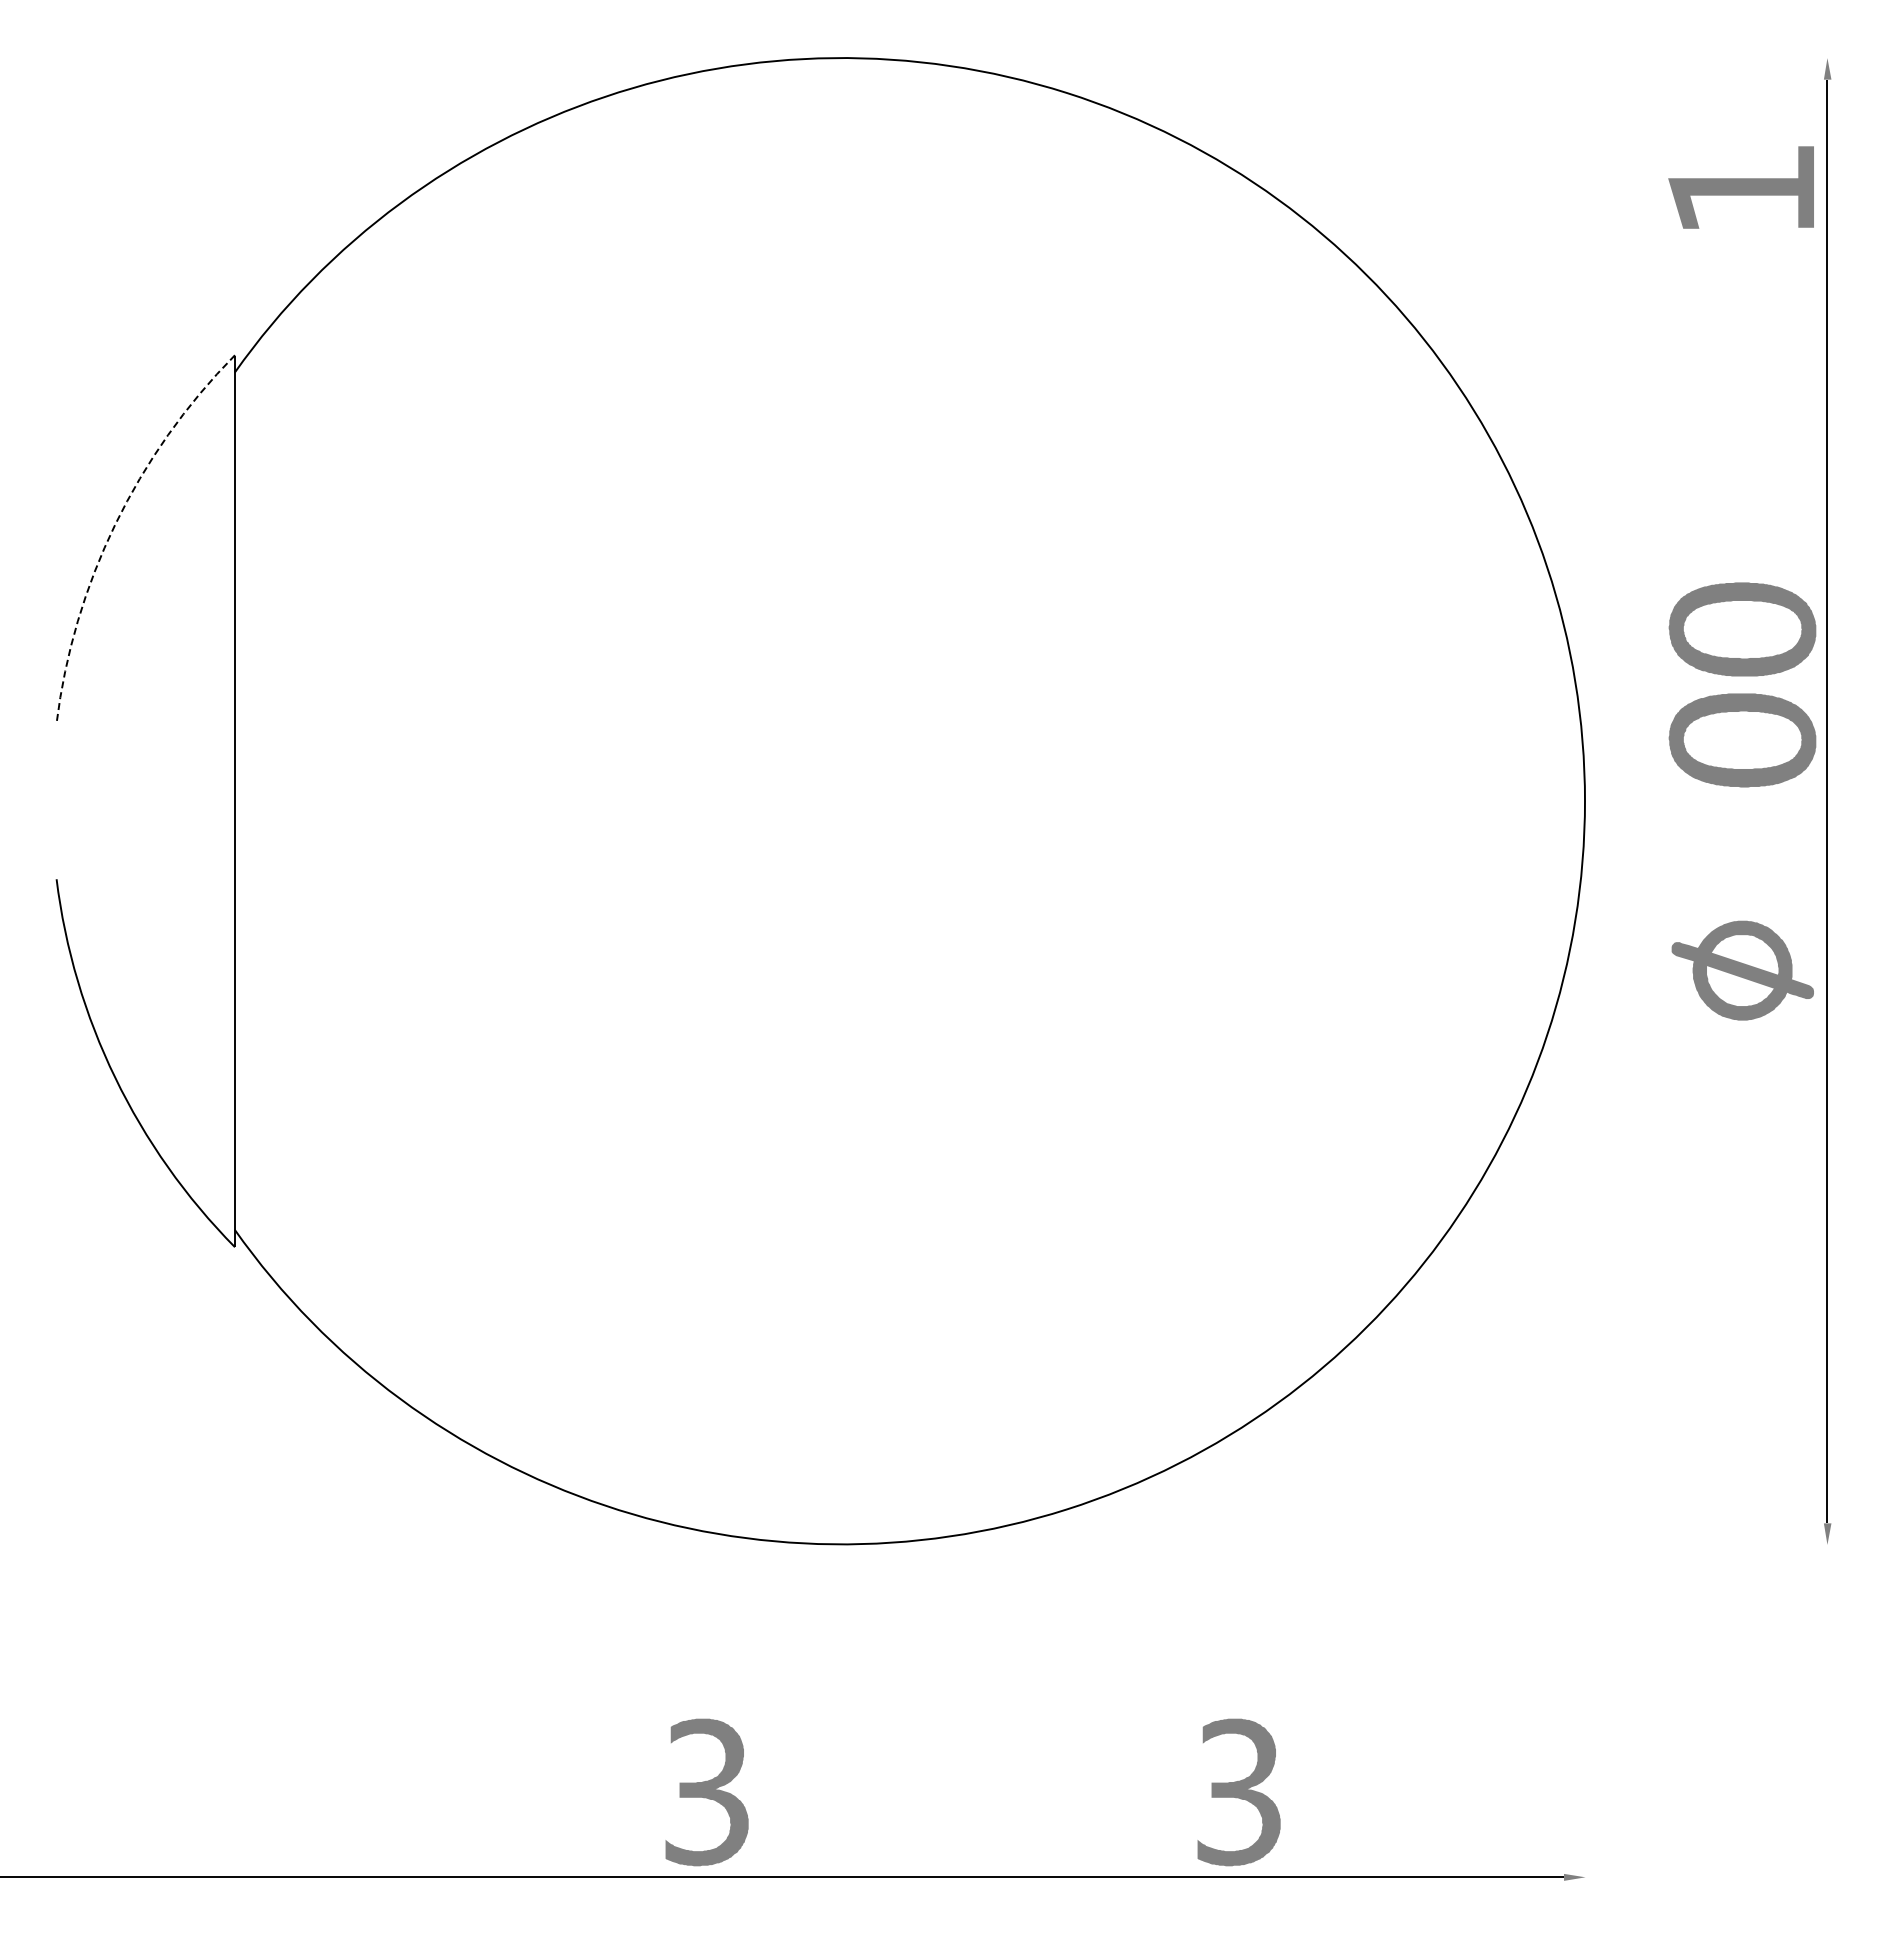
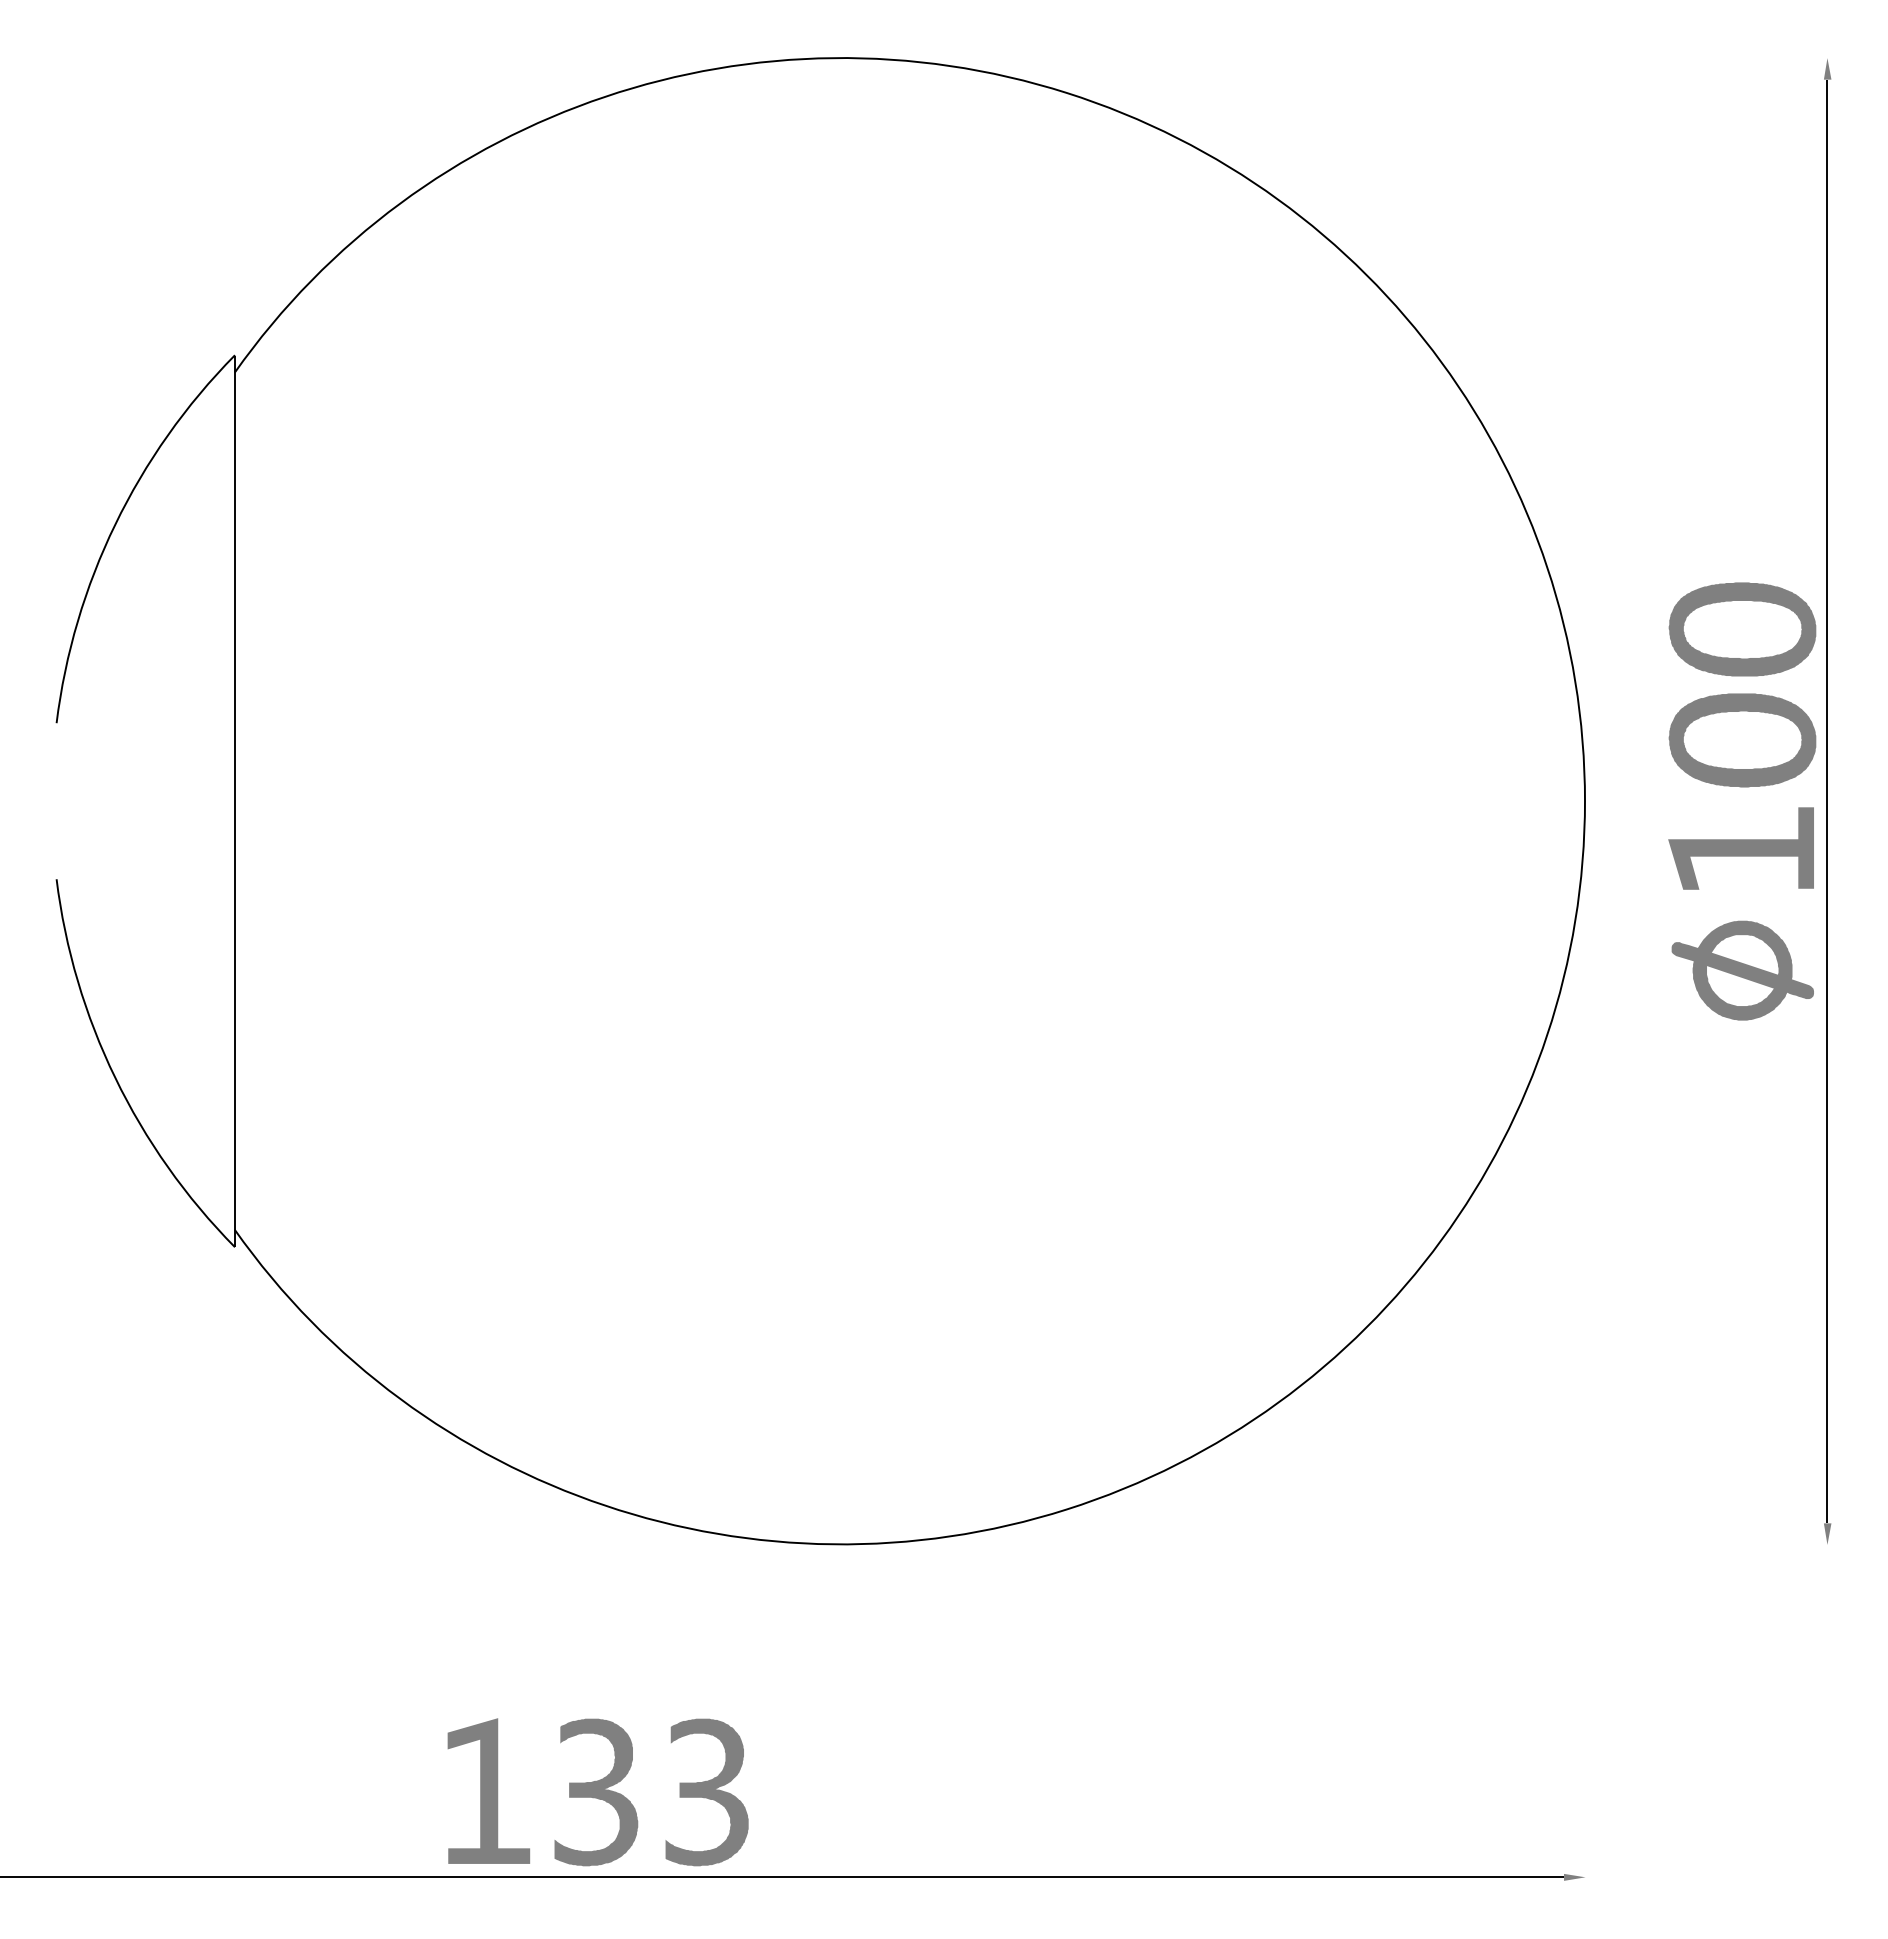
part at (1740, 187) position: (1740, 187) -> (1740, 848)
arc at (115, 524): dashed -> solid
part at (488, 1790): none -> present
fill at (596, 1792): none -> present
part at (1238, 1792): present -> none
